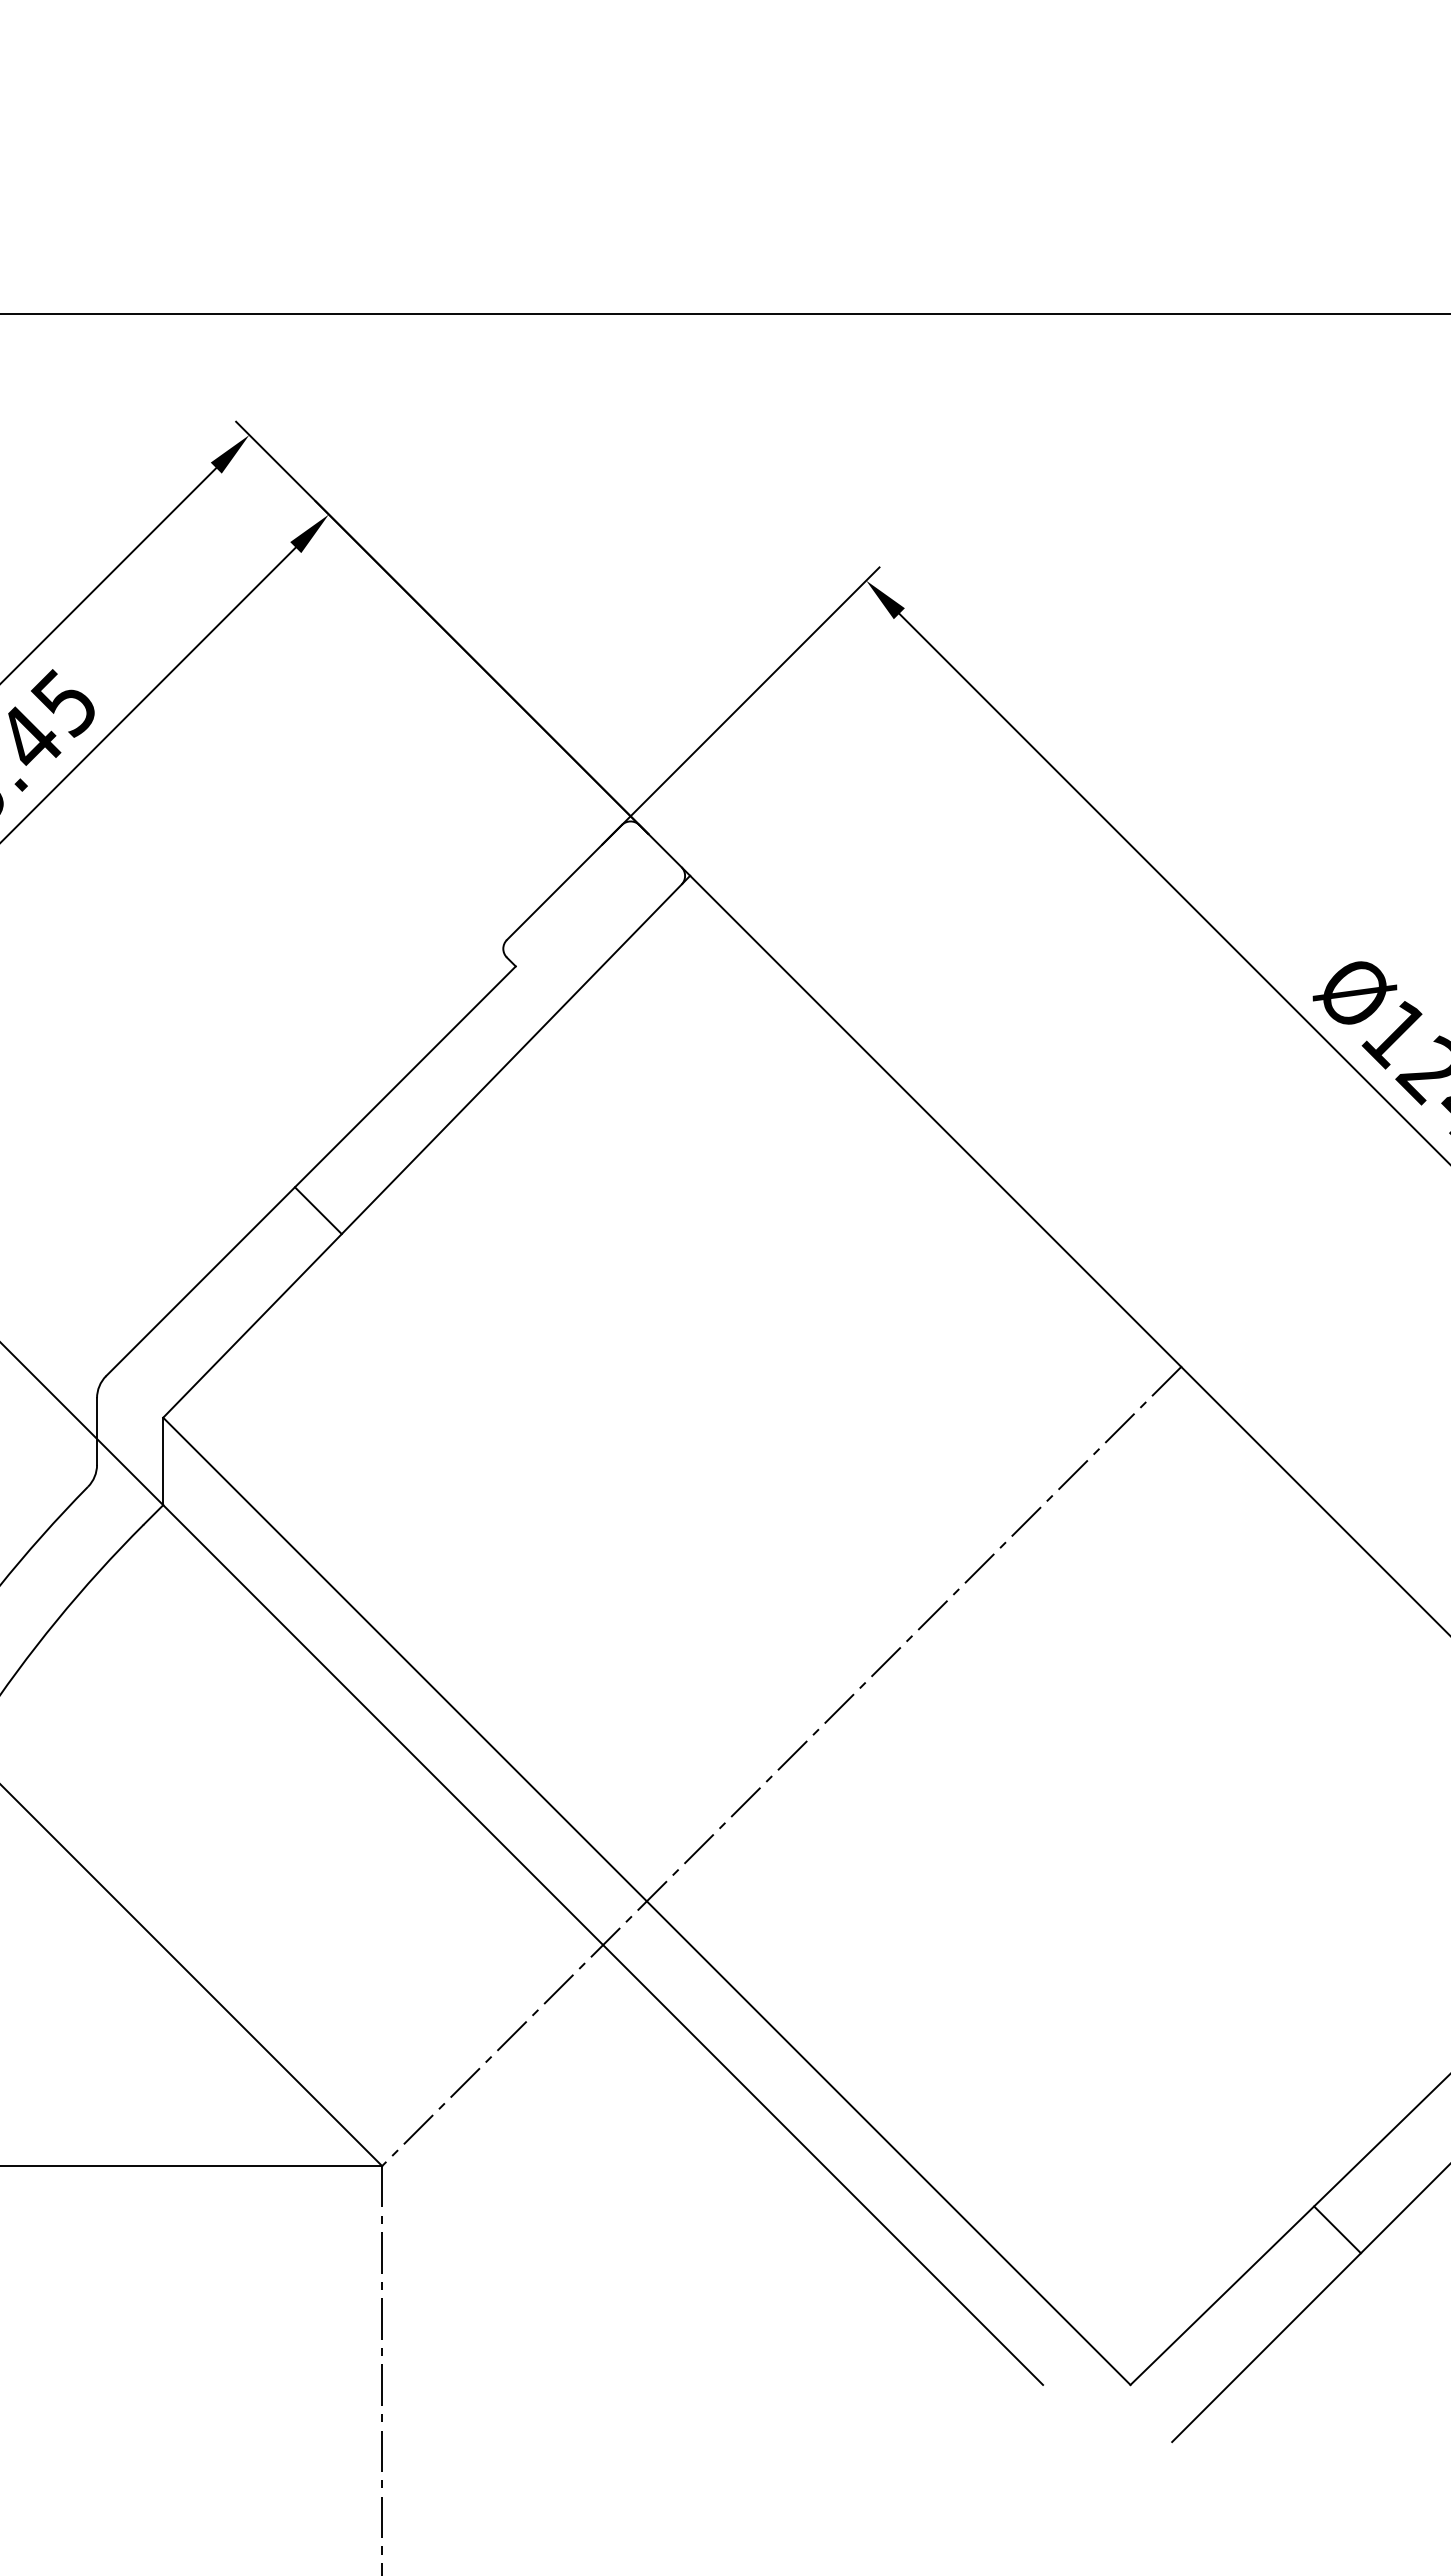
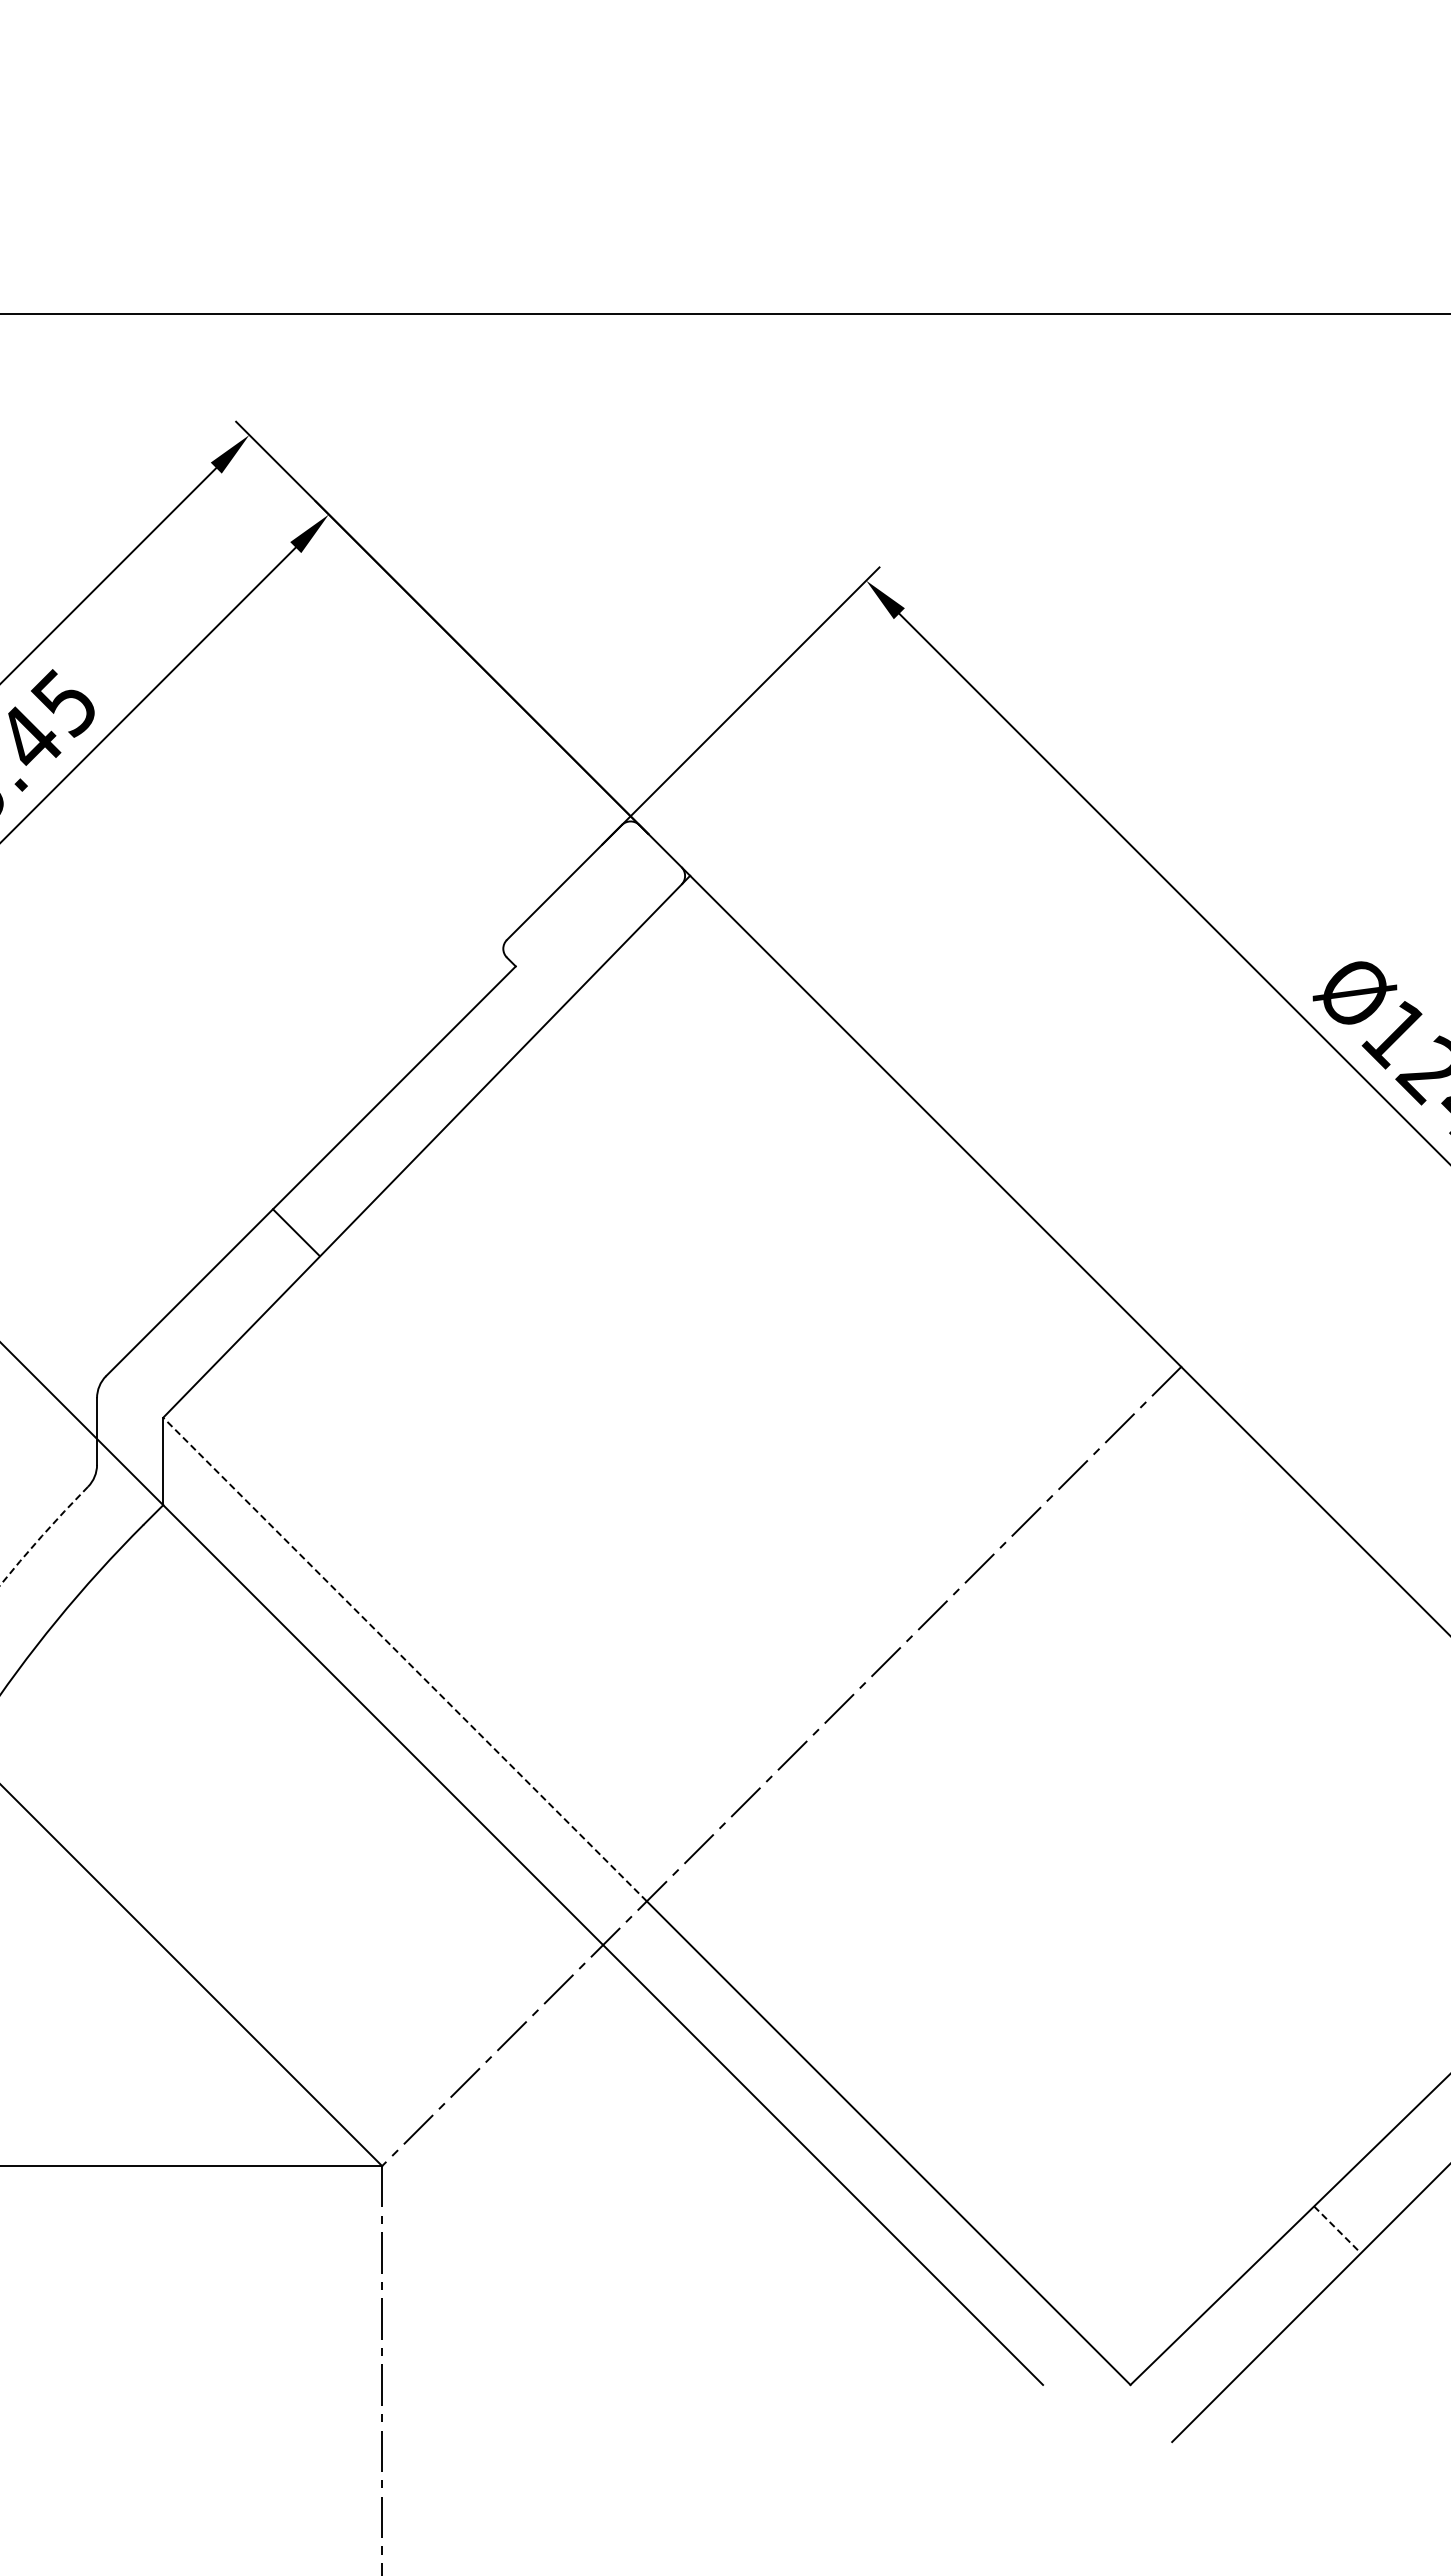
line at (317, 1210) position: (317, 1210) -> (295, 1232)
arc at (42, 1535): solid -> dashed
line at (405, 1659): solid -> dashed
line at (1337, 2230): solid -> dashed
